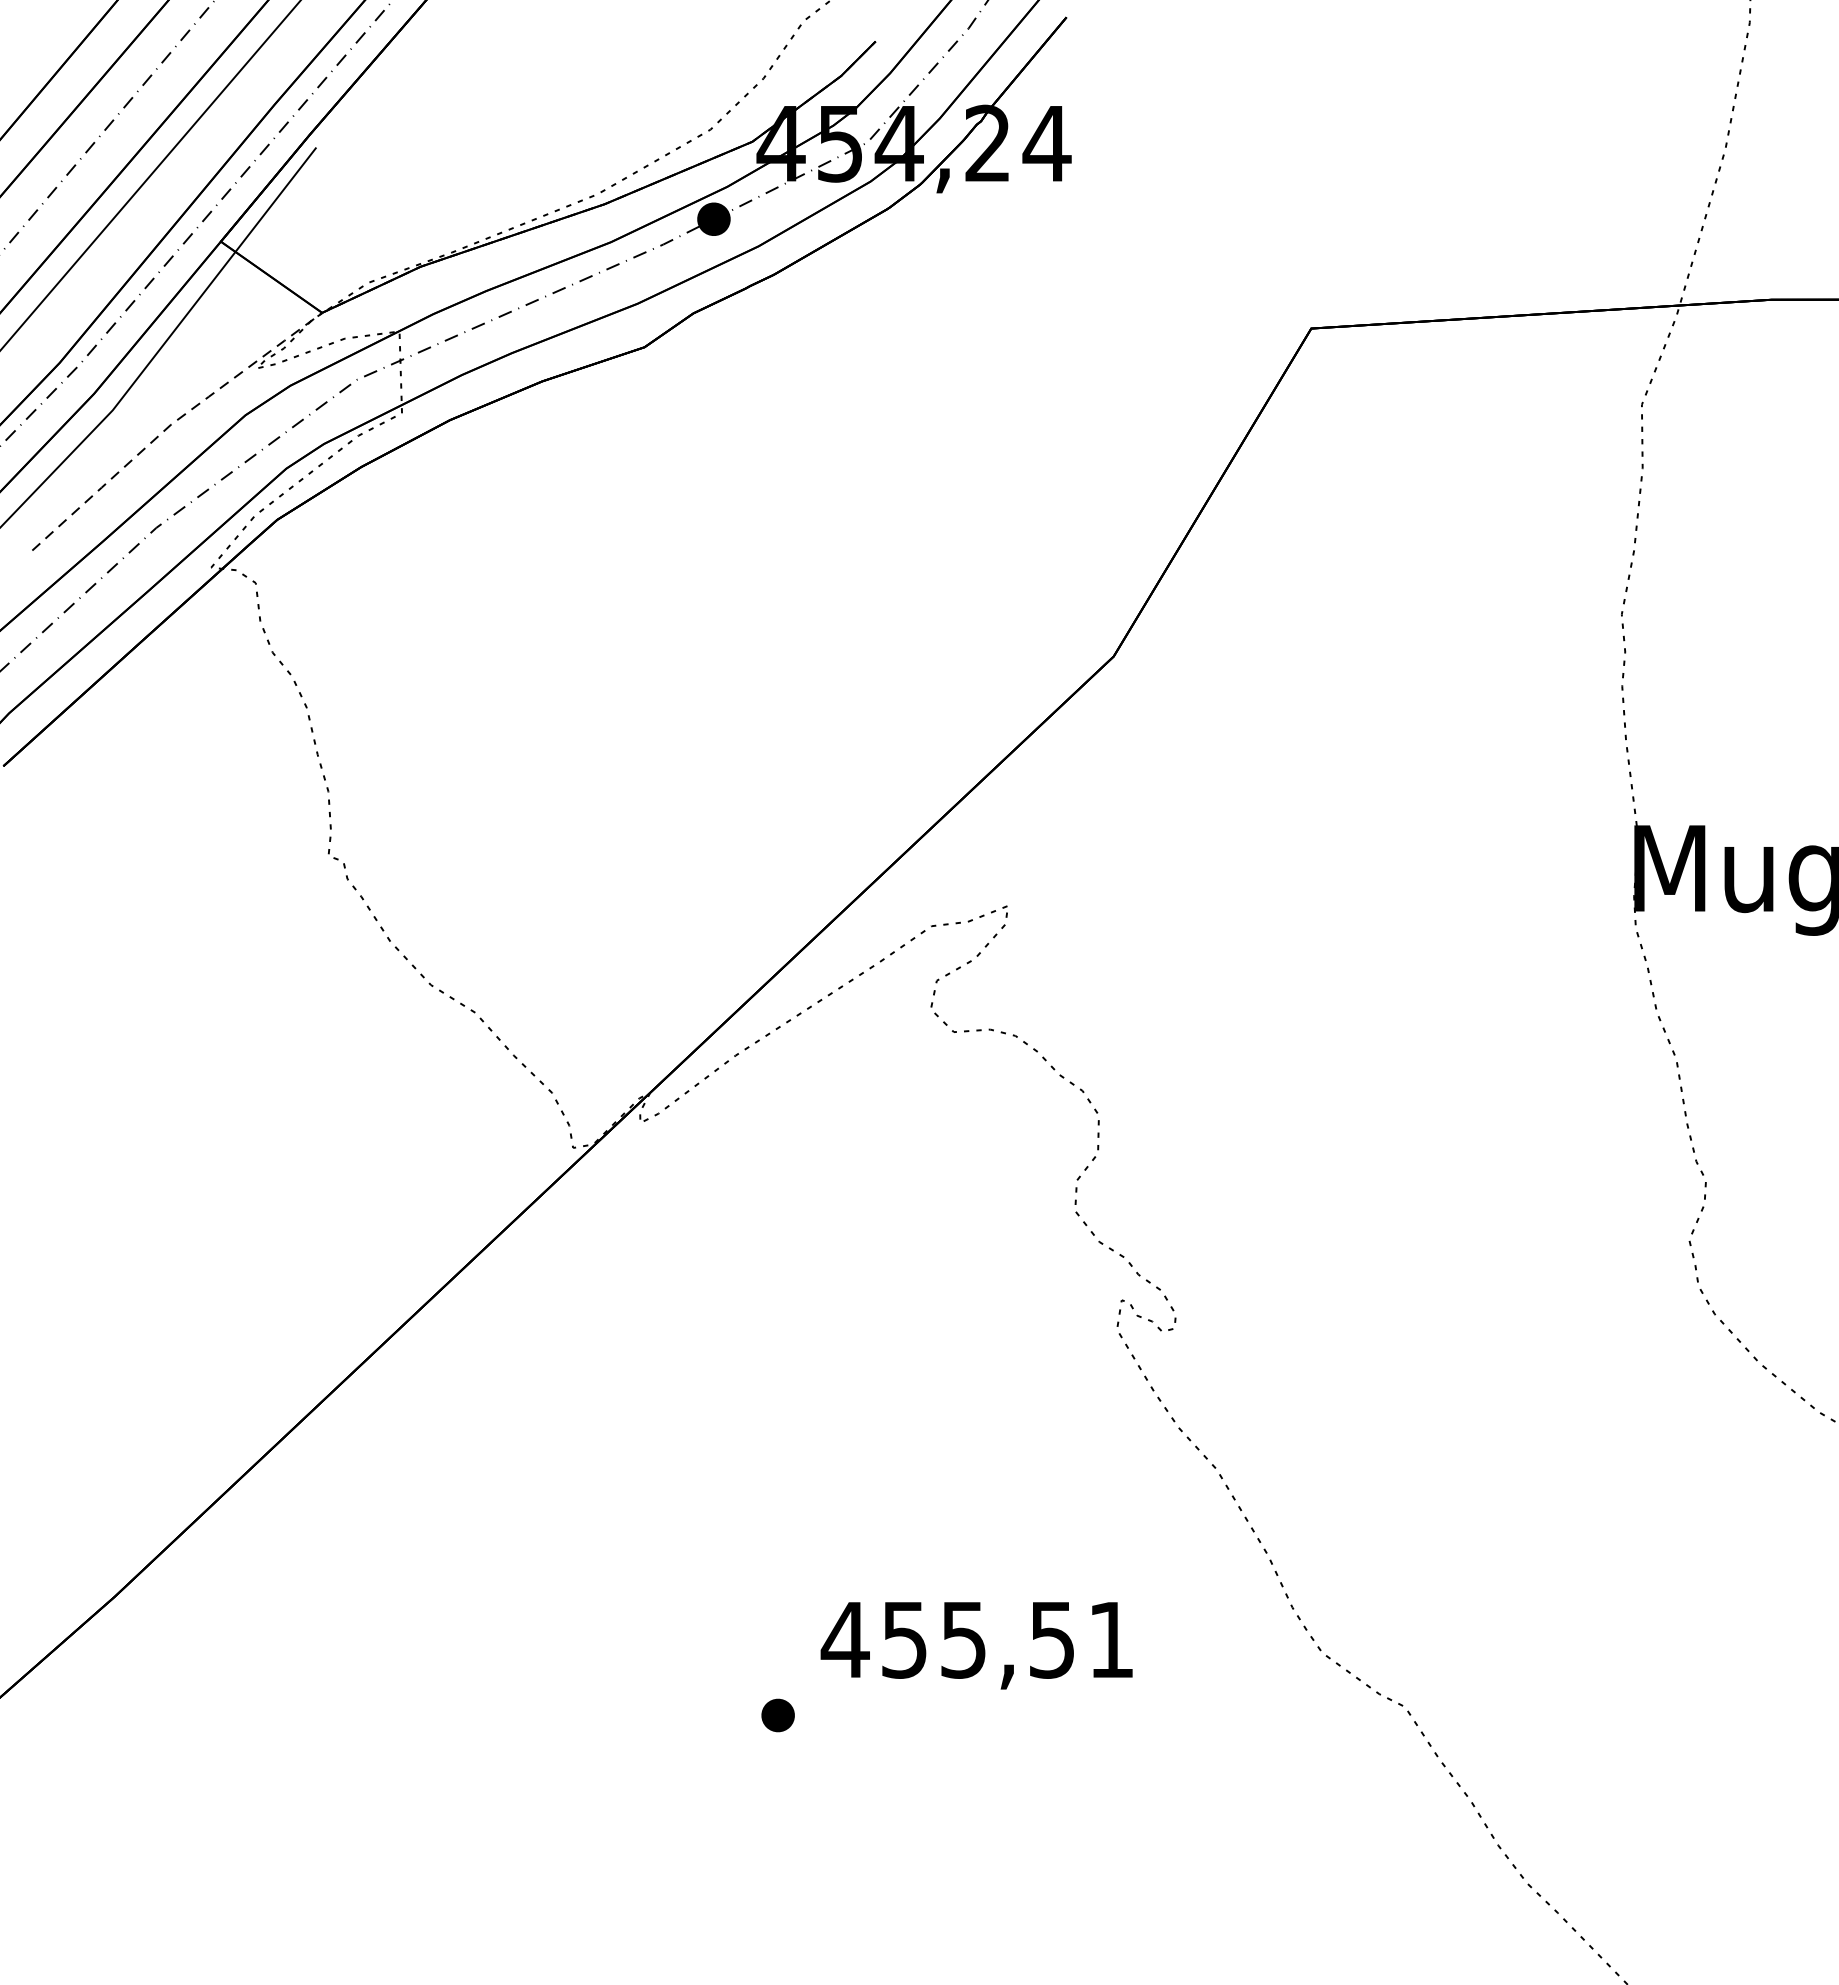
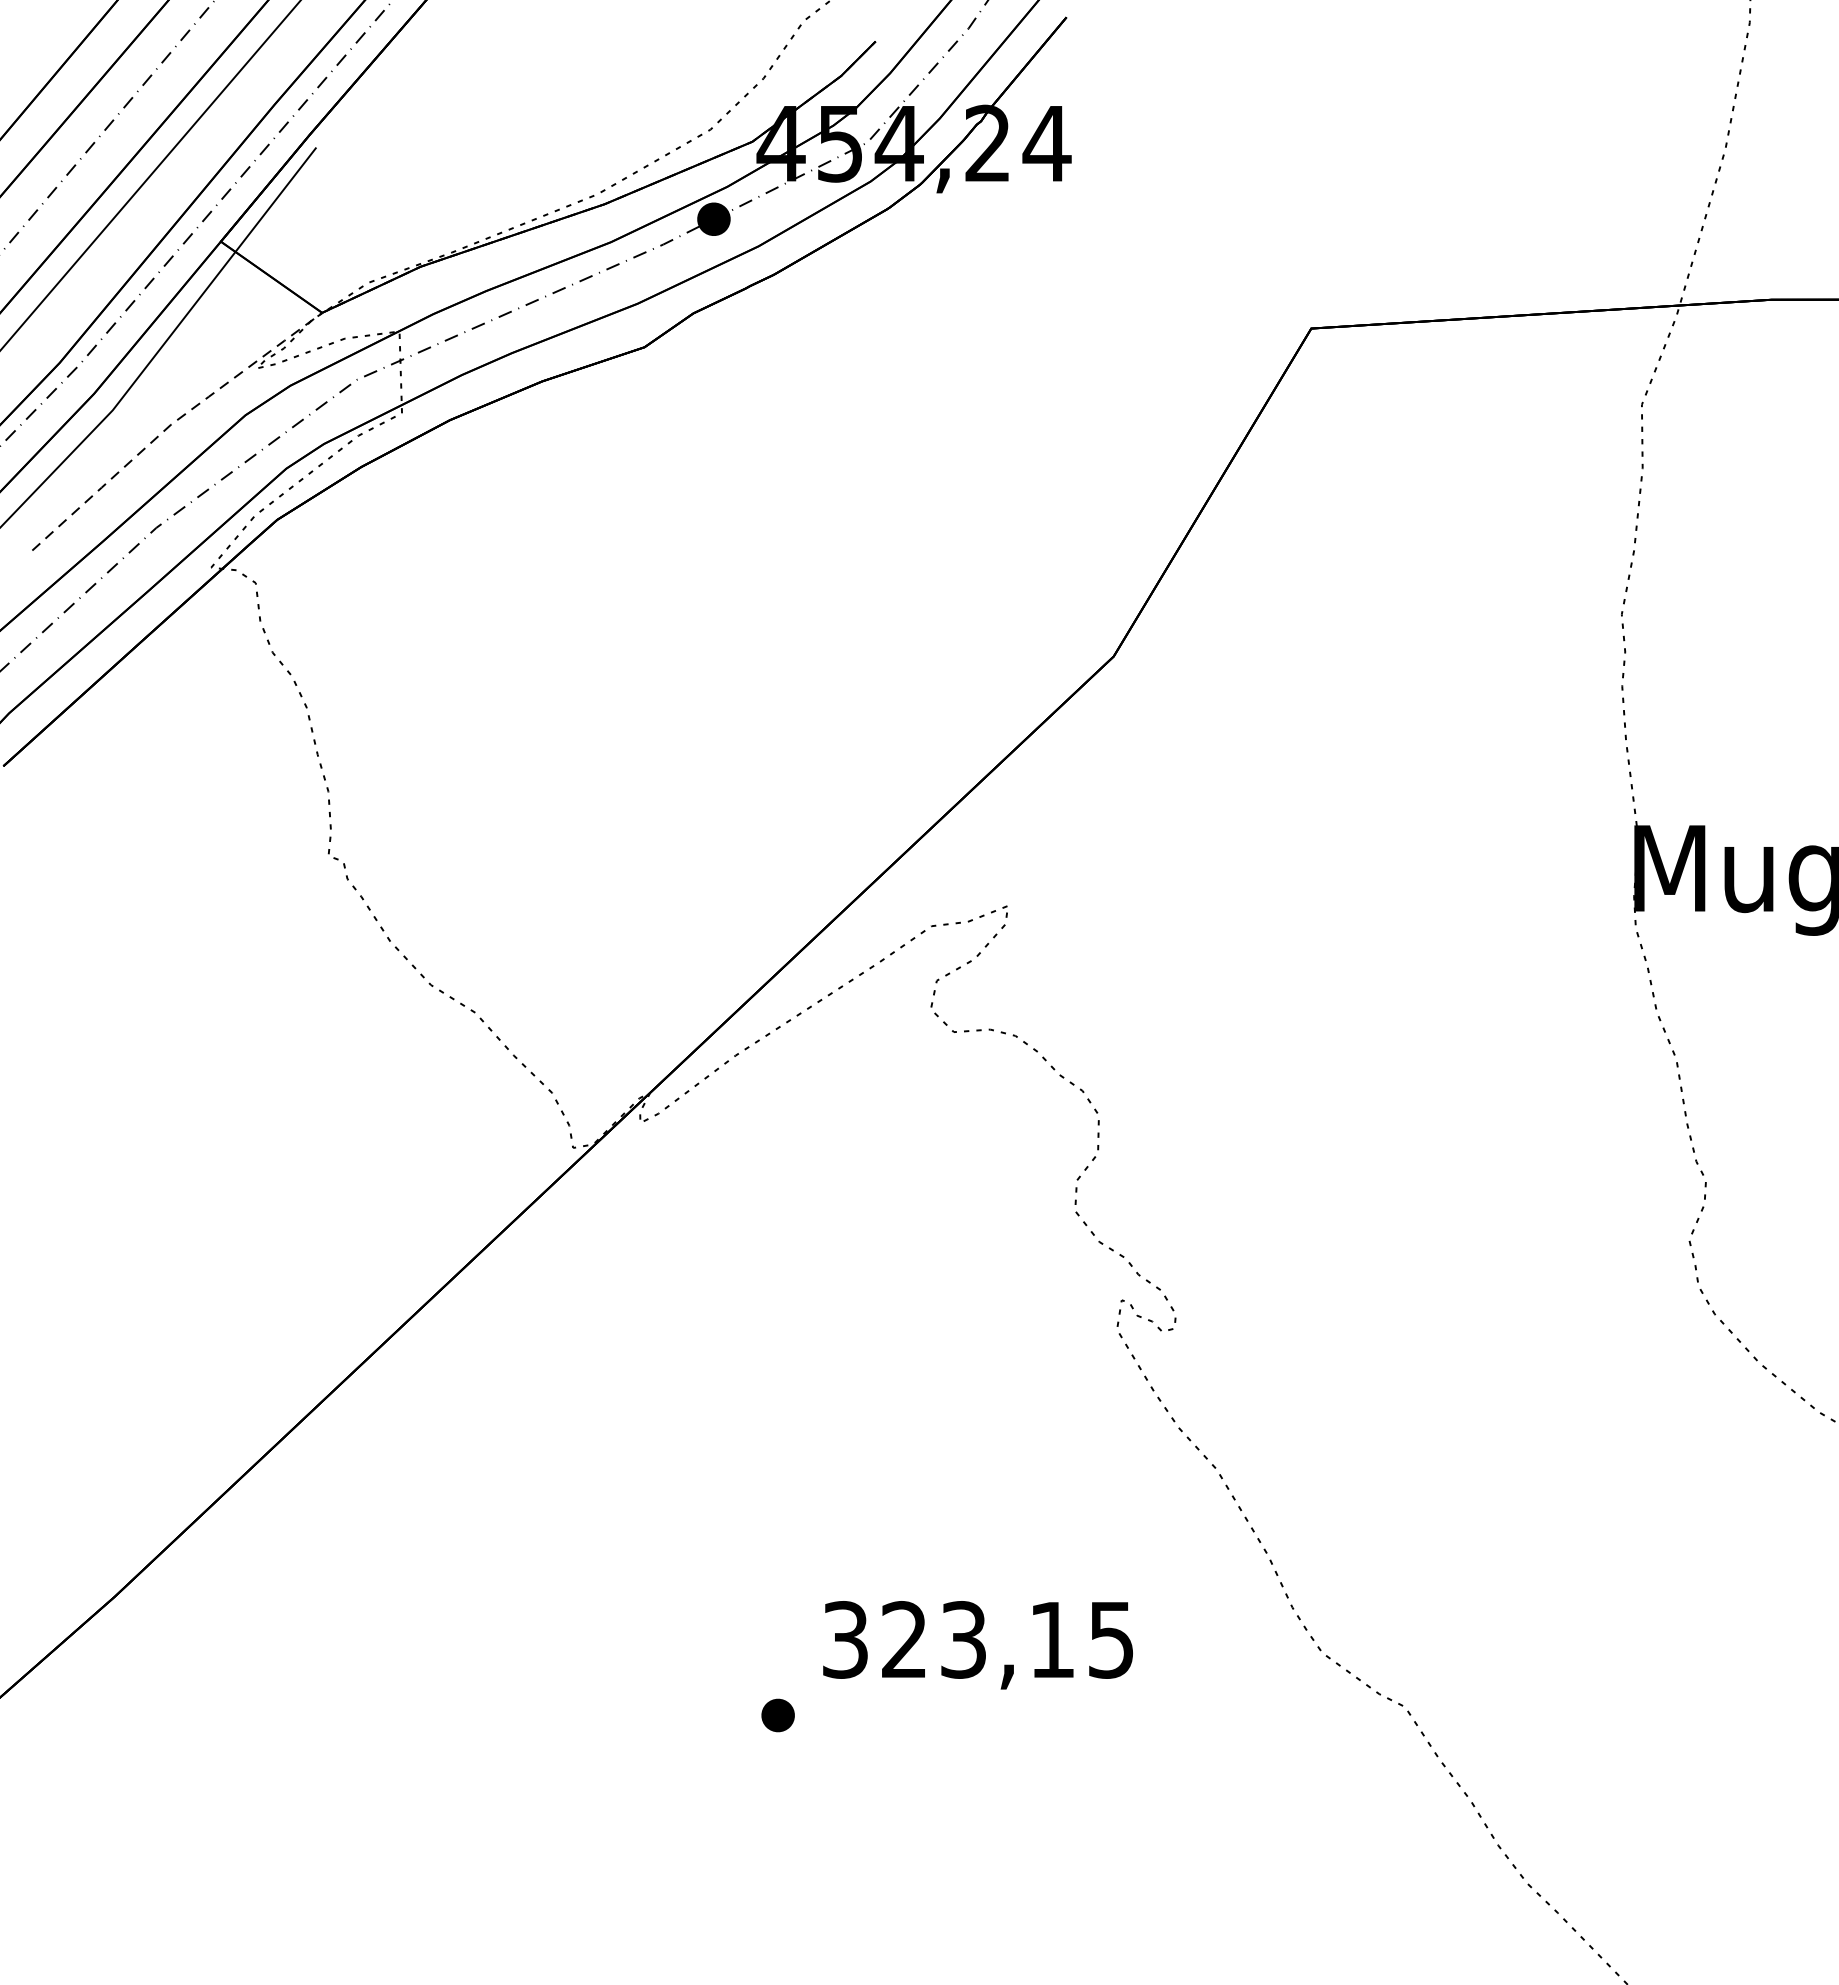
text at (976, 1639): 455,51 -> 323,15
